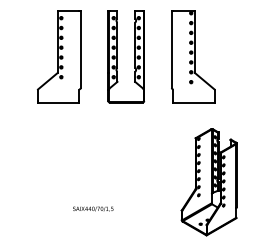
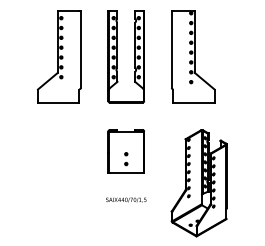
part at (125, 151): none -> present
part at (208, 182) position: (208, 182) -> (198, 183)
text at (93, 208) position: (93, 208) -> (126, 199)
